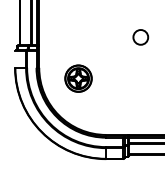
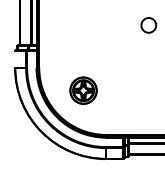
circle at (140, 37) position: (140, 37) -> (148, 25)
part at (78, 78) position: (78, 78) -> (83, 90)
